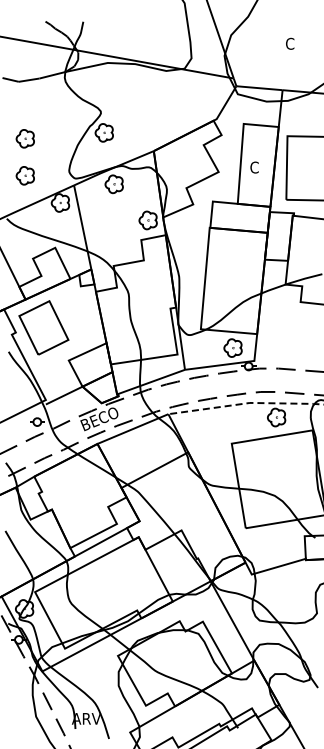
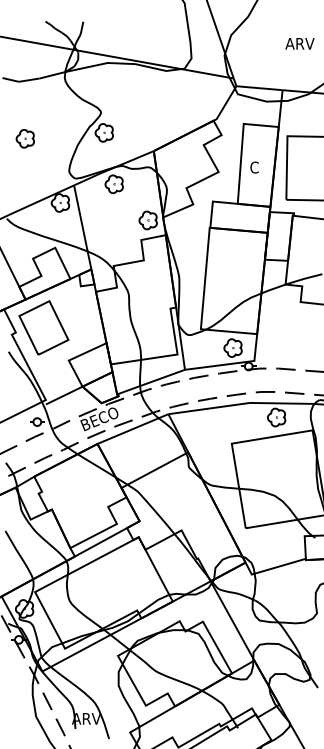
text at (299, 43): C -> ARV
part at (24, 175): present -> none
line at (246, 403): dashed -> solid
